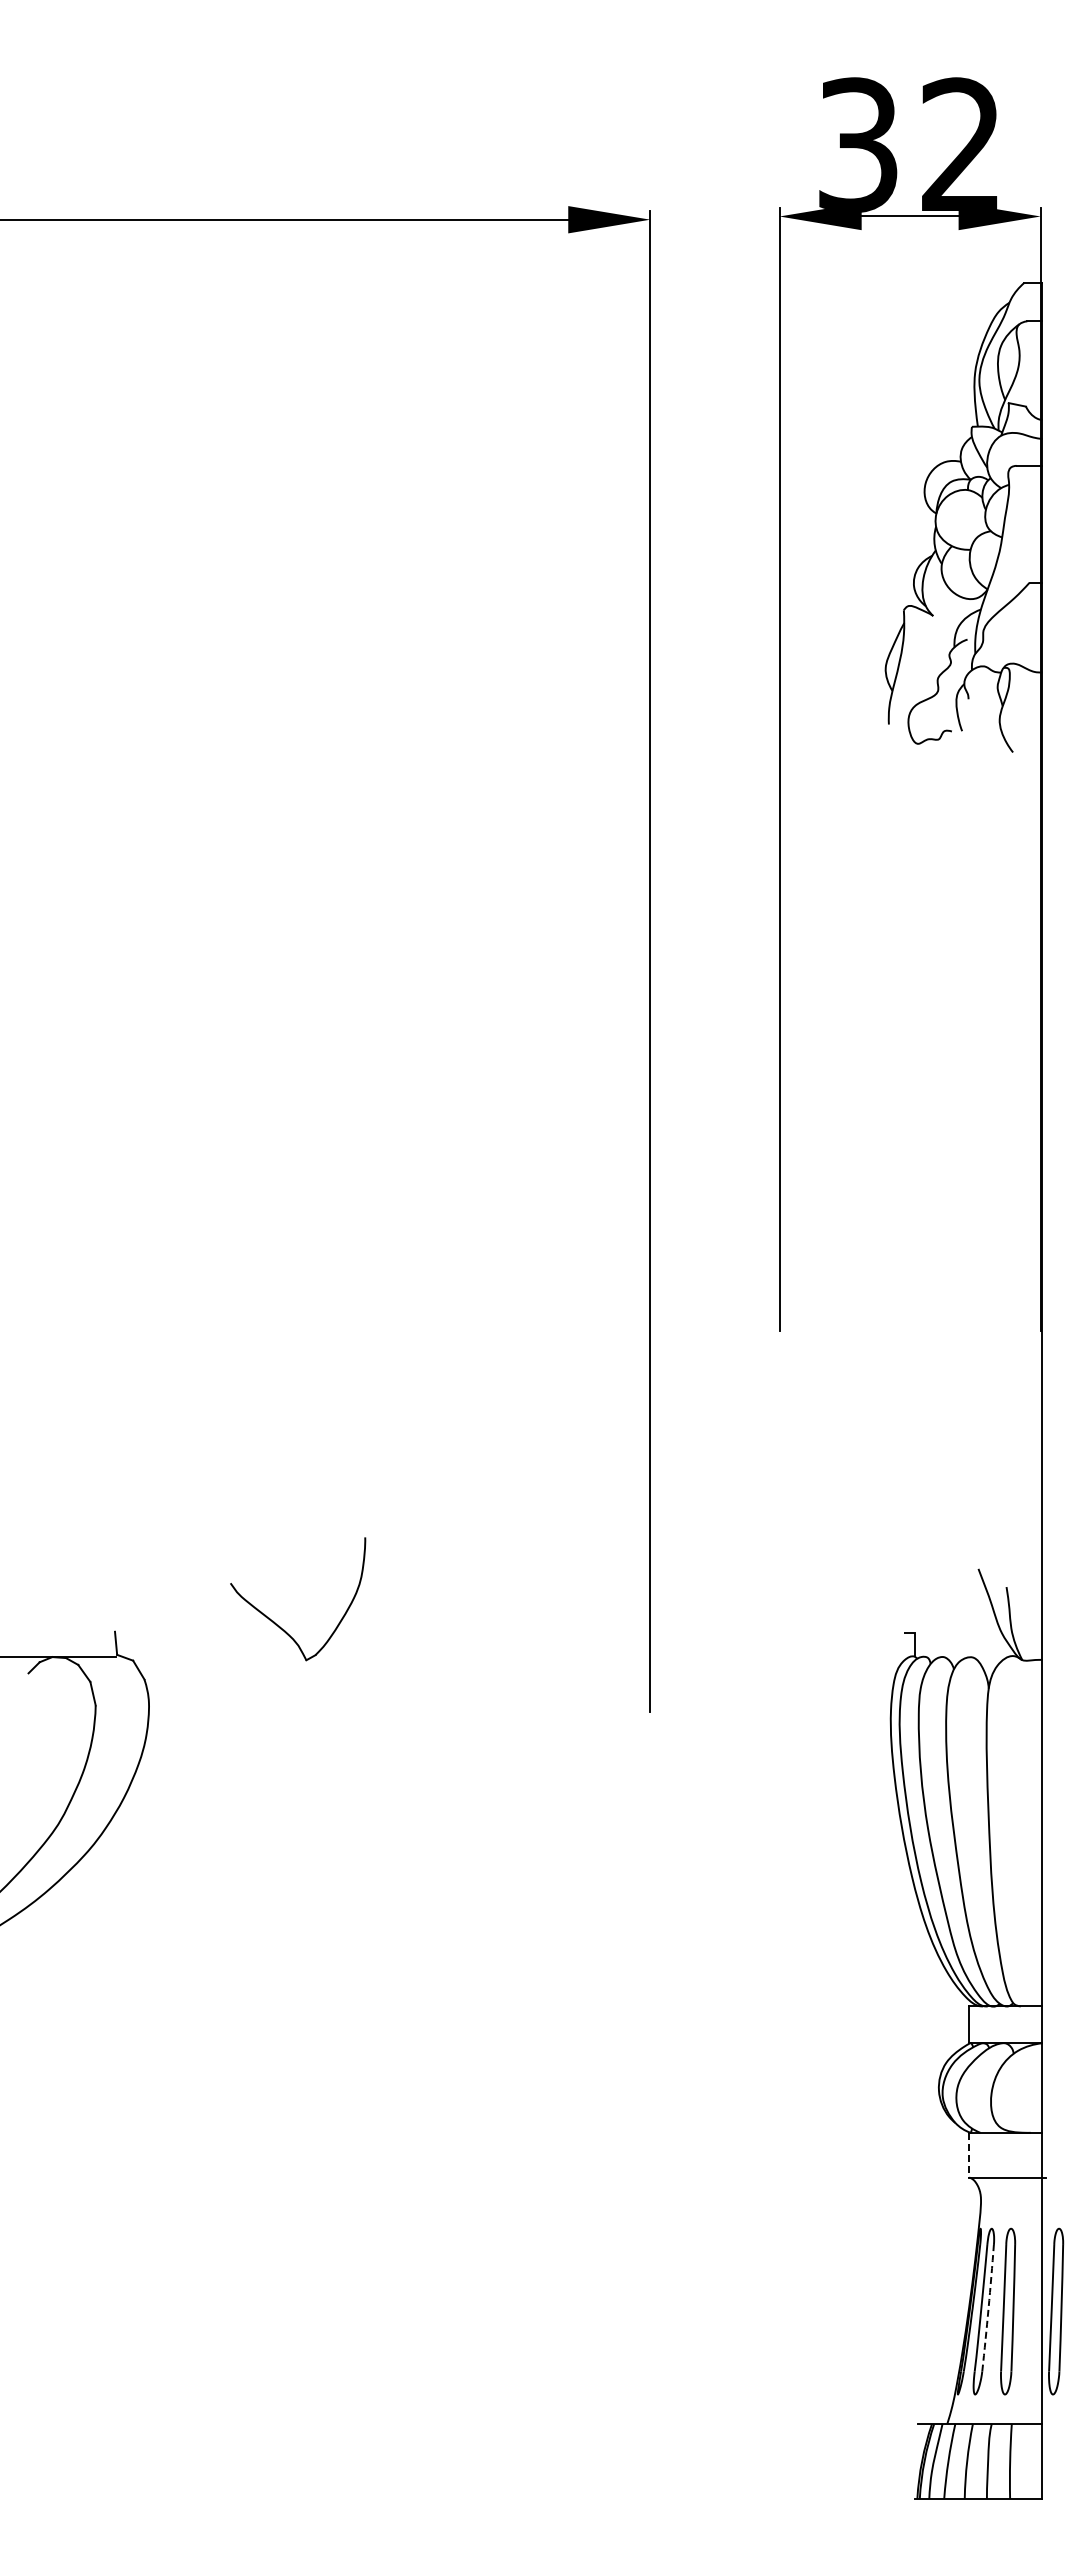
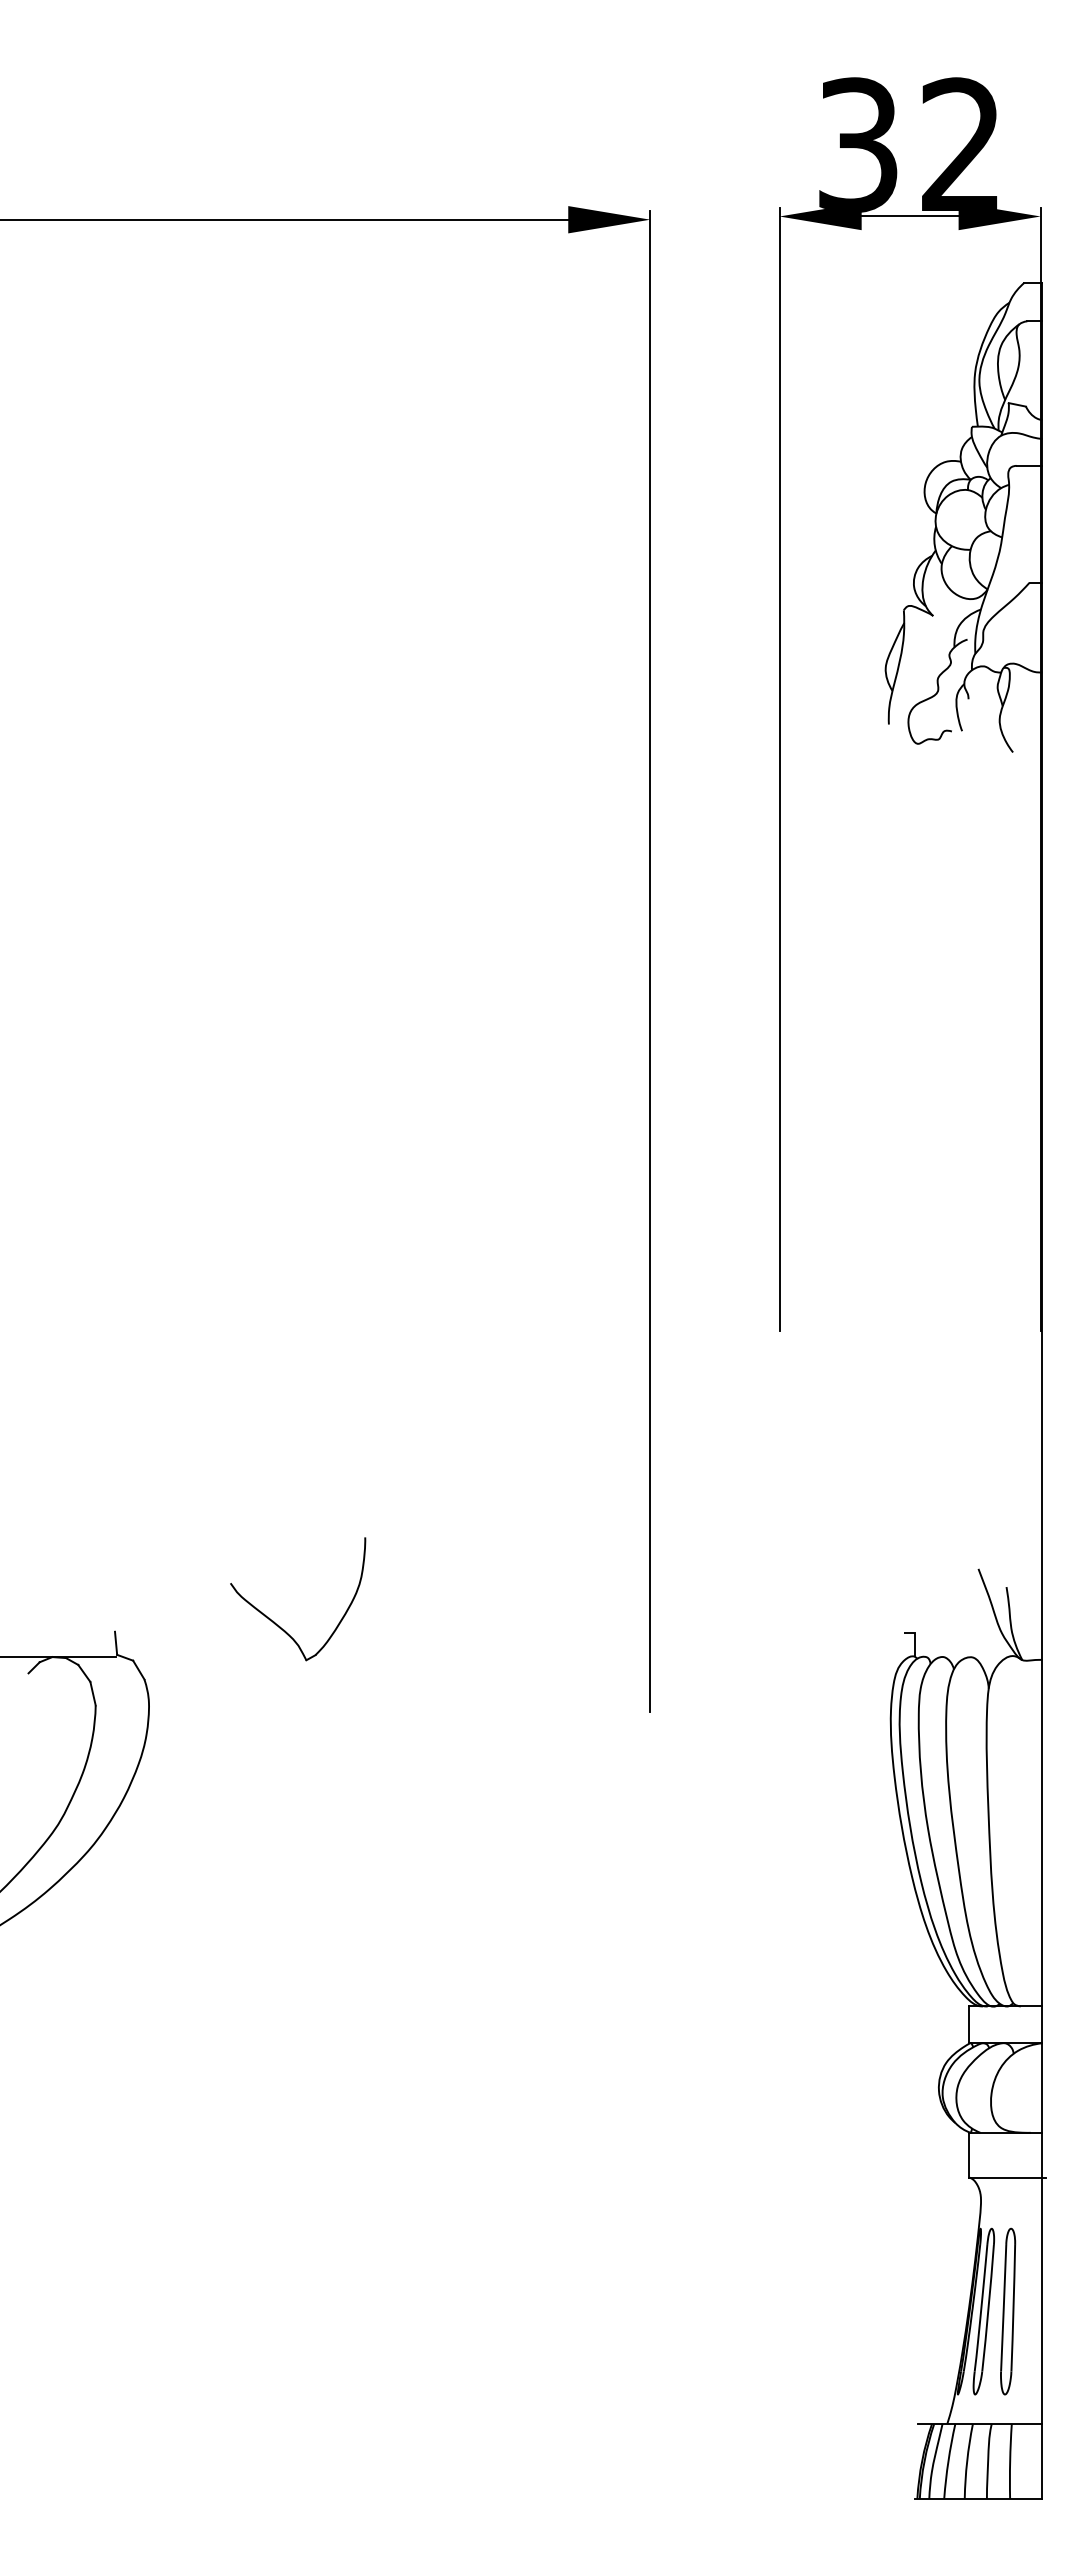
line at (969, 2155): dashed -> solid
arc at (988, 2308): dashed -> solid
part at (1056, 2311): present -> none
